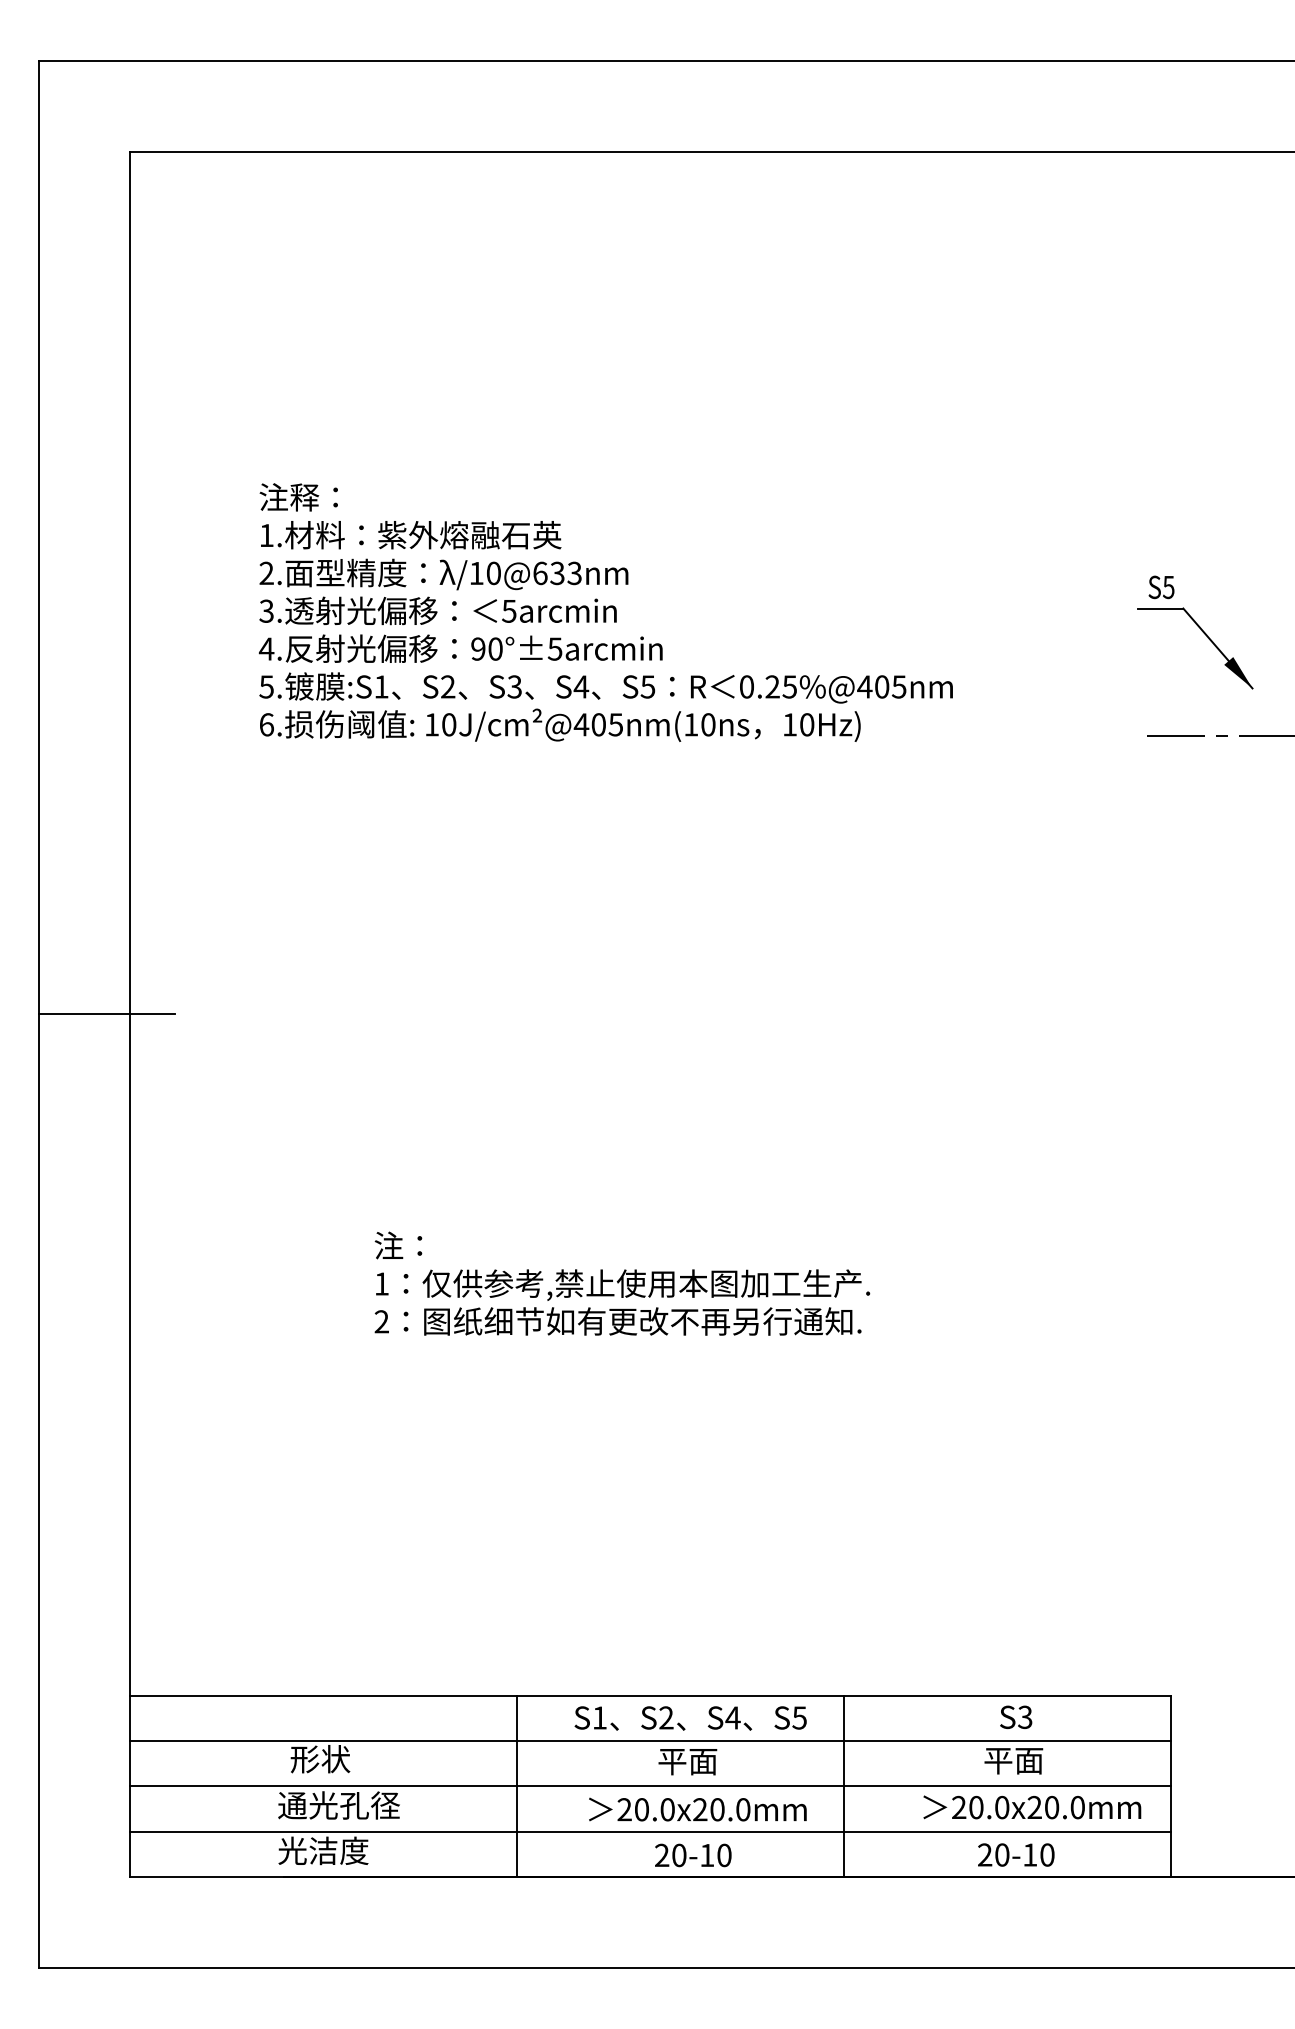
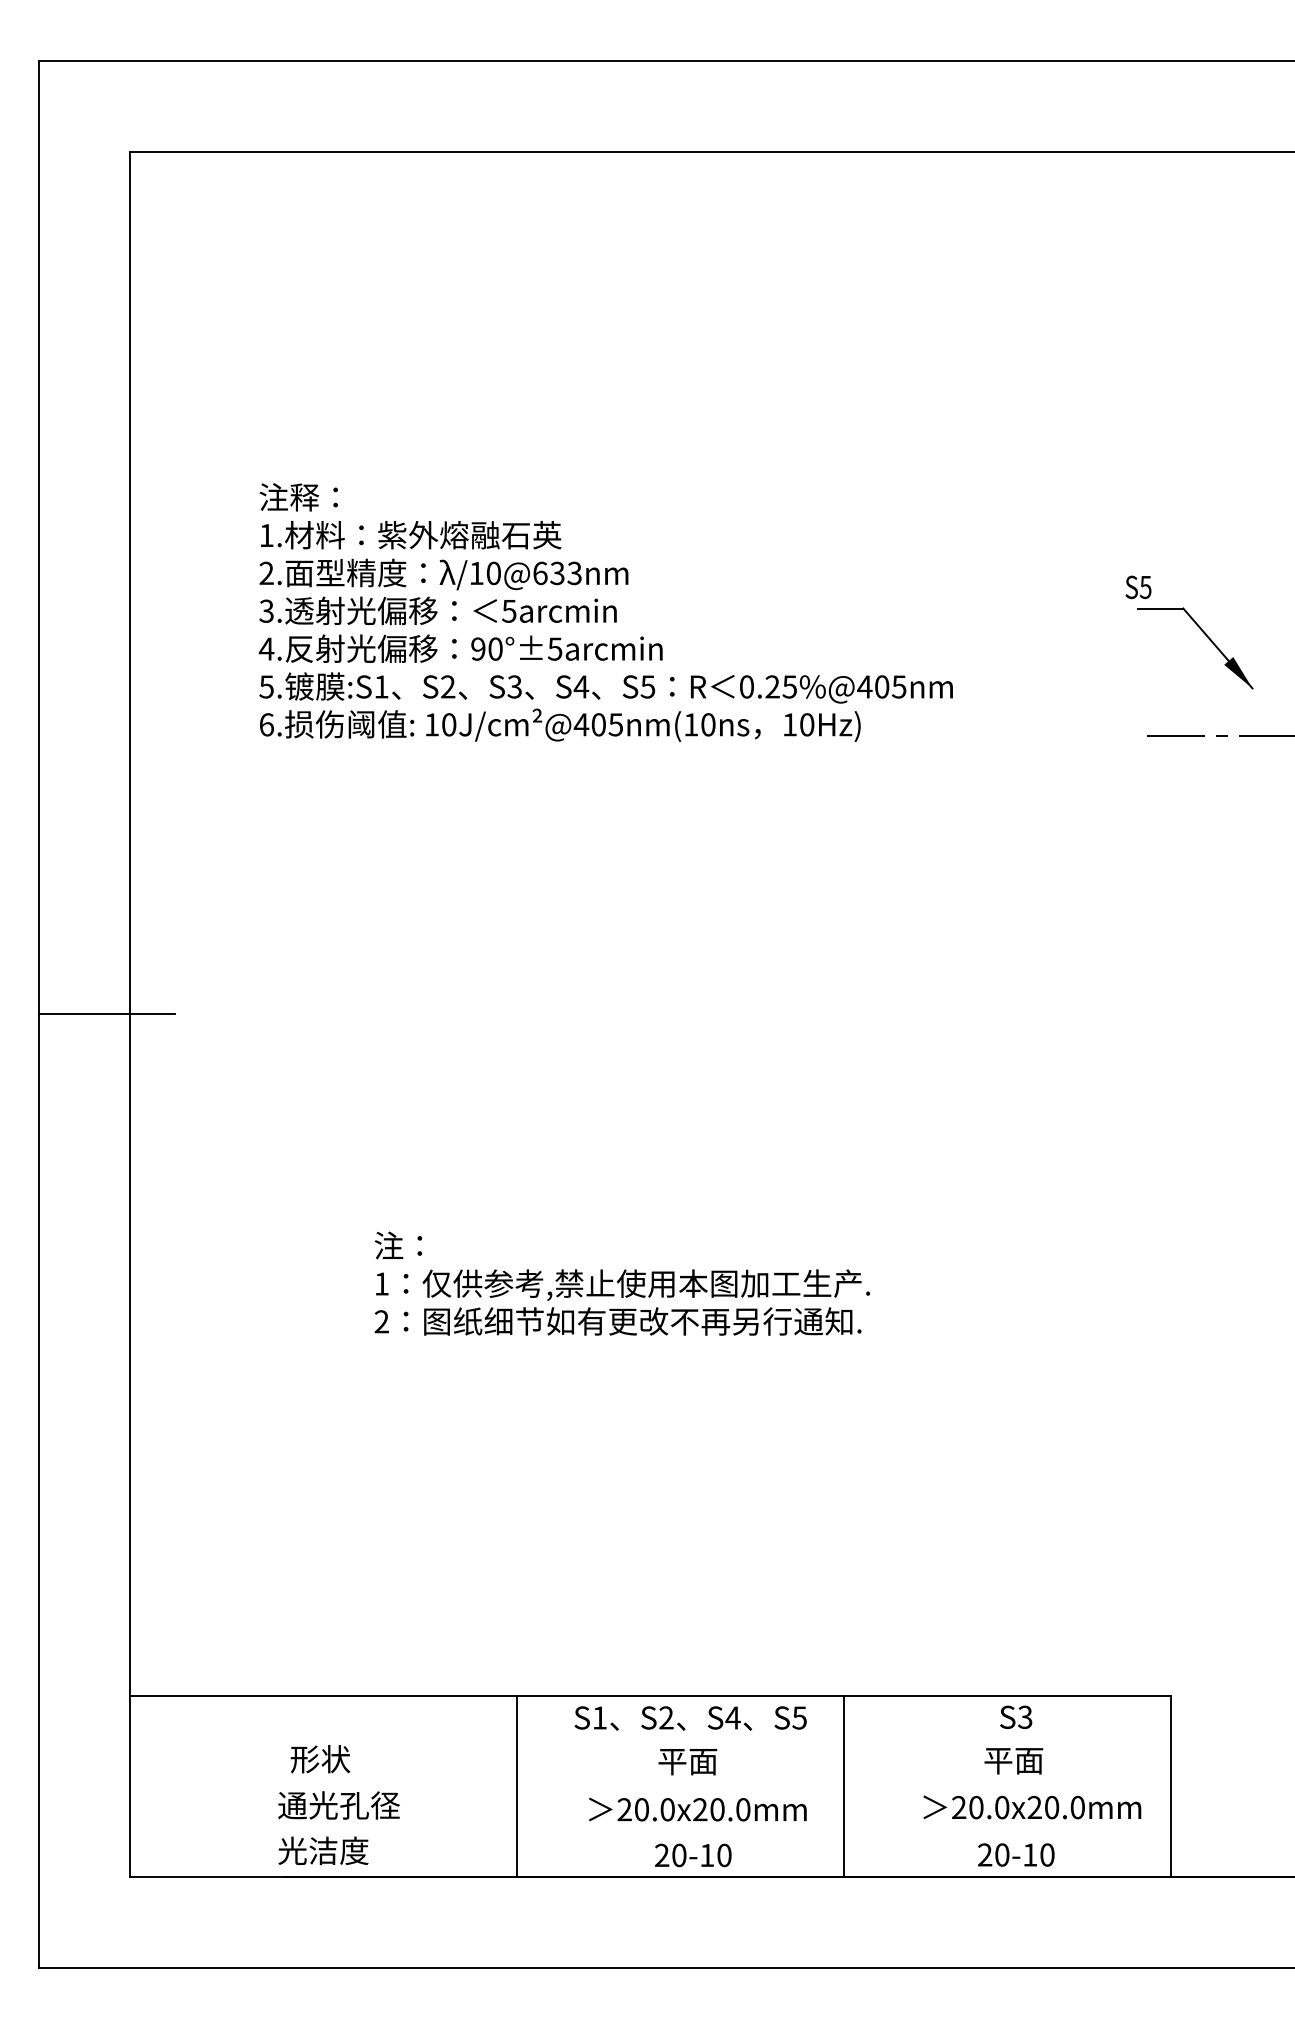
text at (1161, 587) position: (1161, 587) -> (1138, 587)
line at (650, 1741): present -> none
line at (650, 1786): present -> none
line at (650, 1831): present -> none
